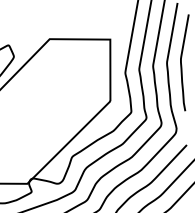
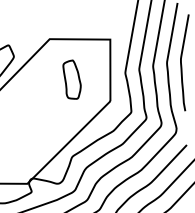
part at (71, 79): none -> present
